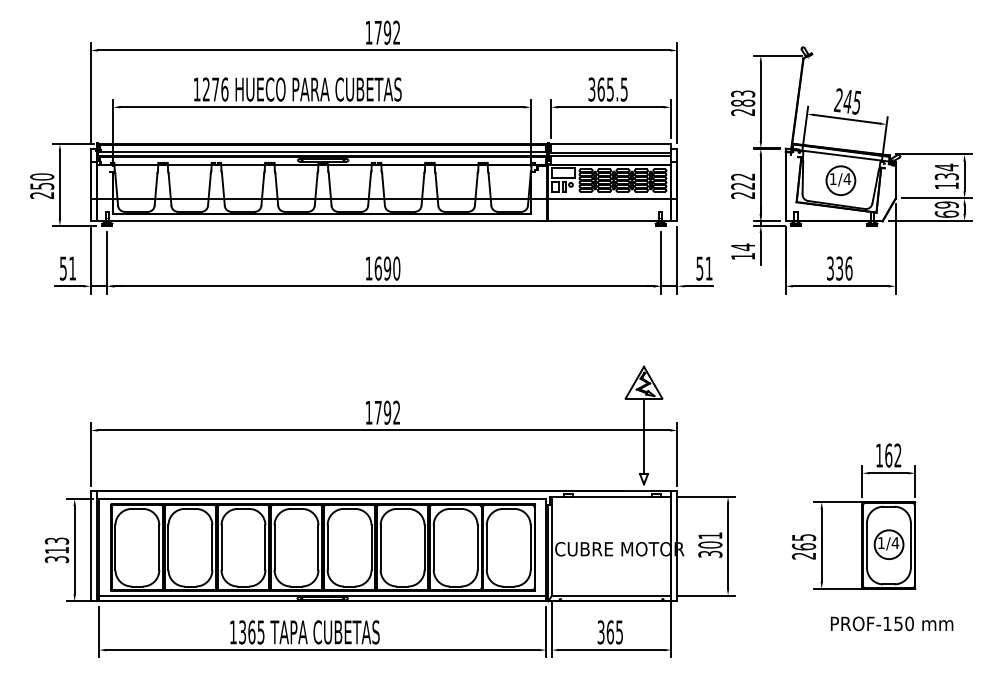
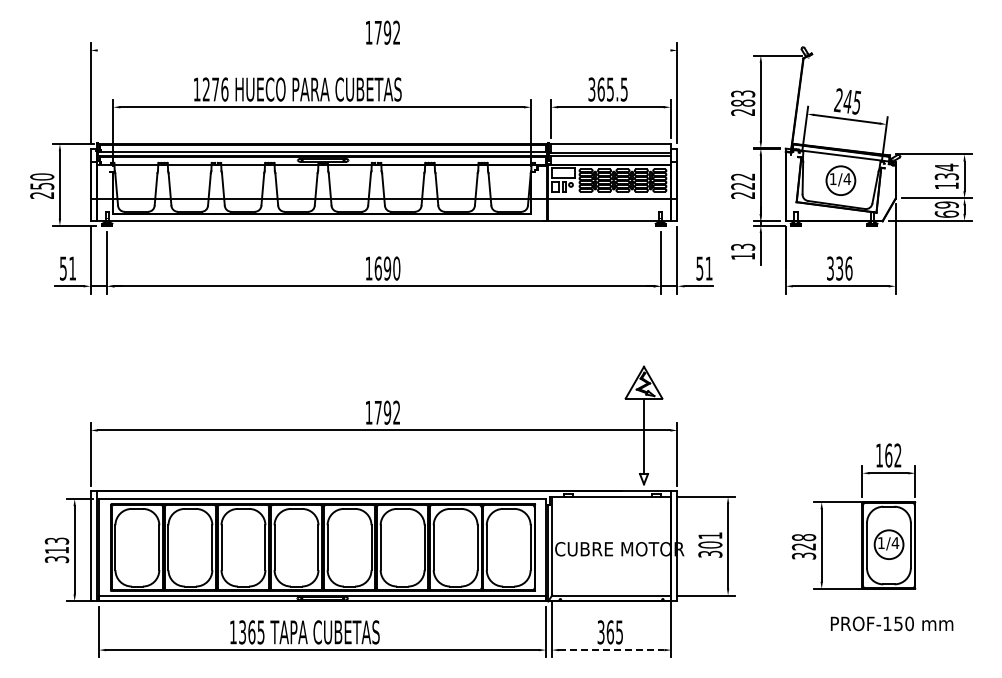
line at (383, 50): present -> none
text at (743, 247): 14 -> 13
text at (803, 546): 265 -> 328
line at (611, 650): solid -> dashed
